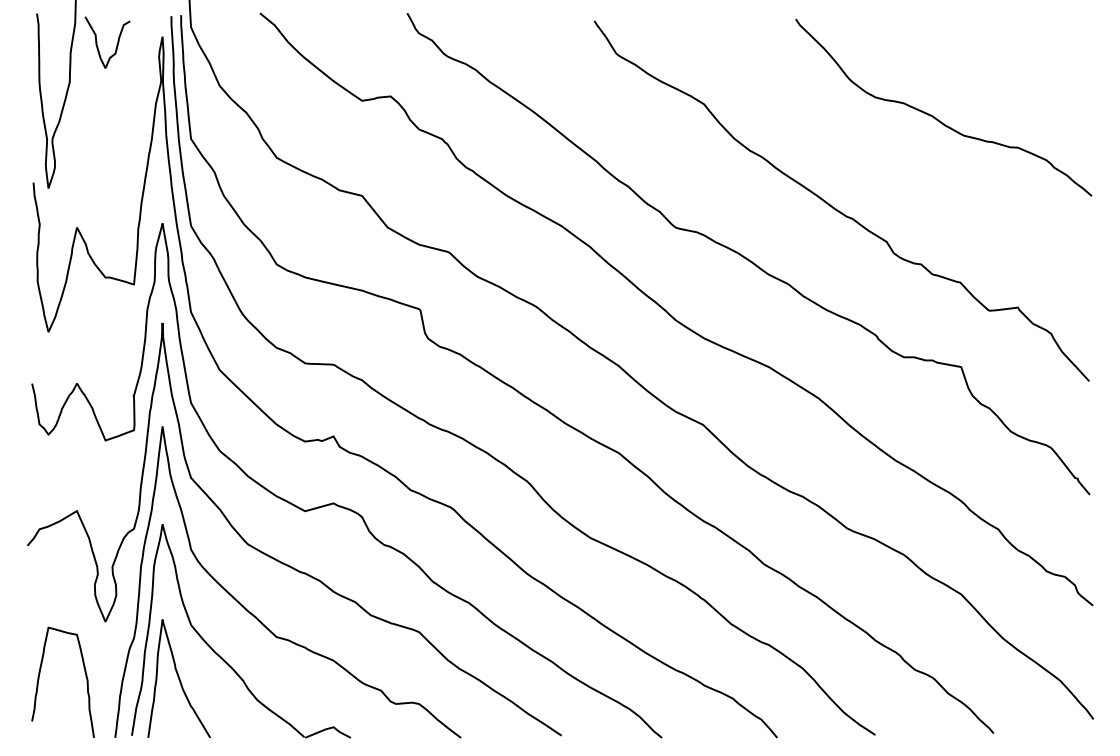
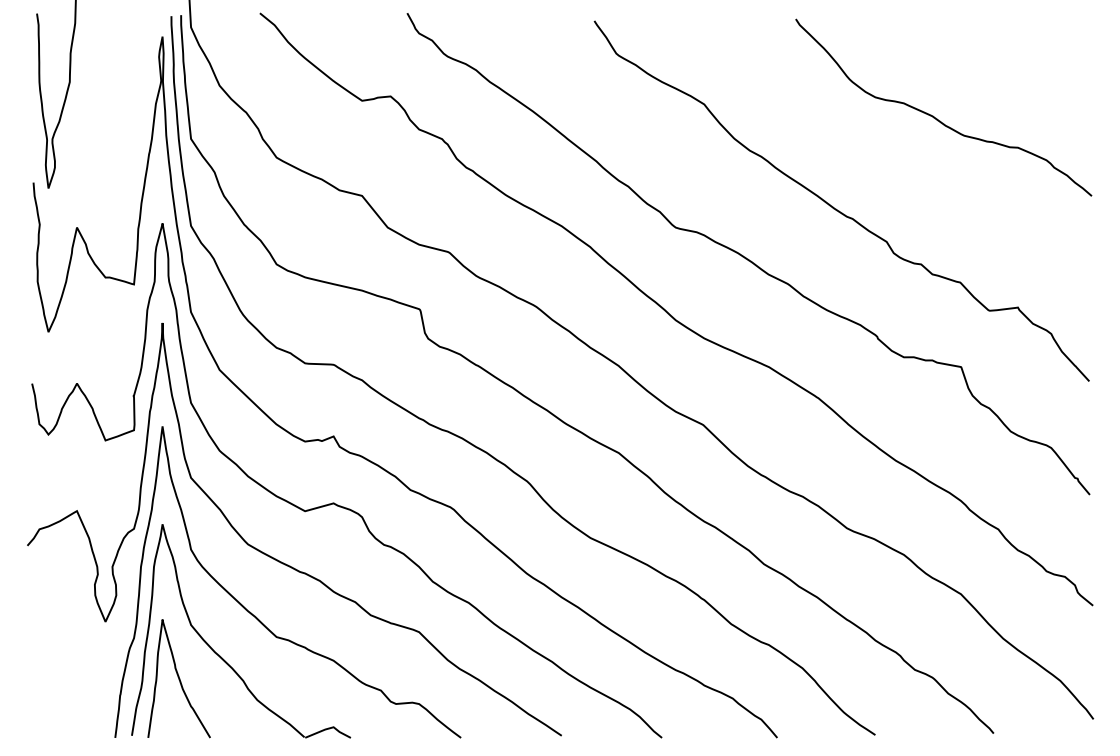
curve at (116, 44): present -> none
curve at (40, 674): present -> none
